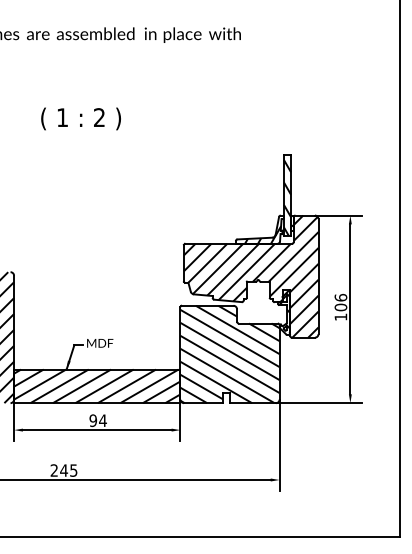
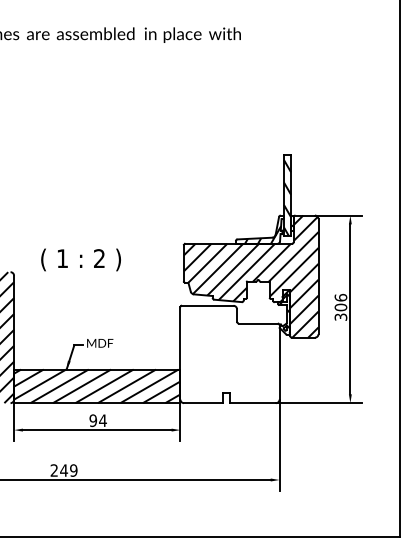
text at (80, 118) position: (80, 118) -> (80, 259)
text at (340, 316): 106 -> 306
hatch at (229, 354): present -> none
text at (73, 470): 245 -> 249
